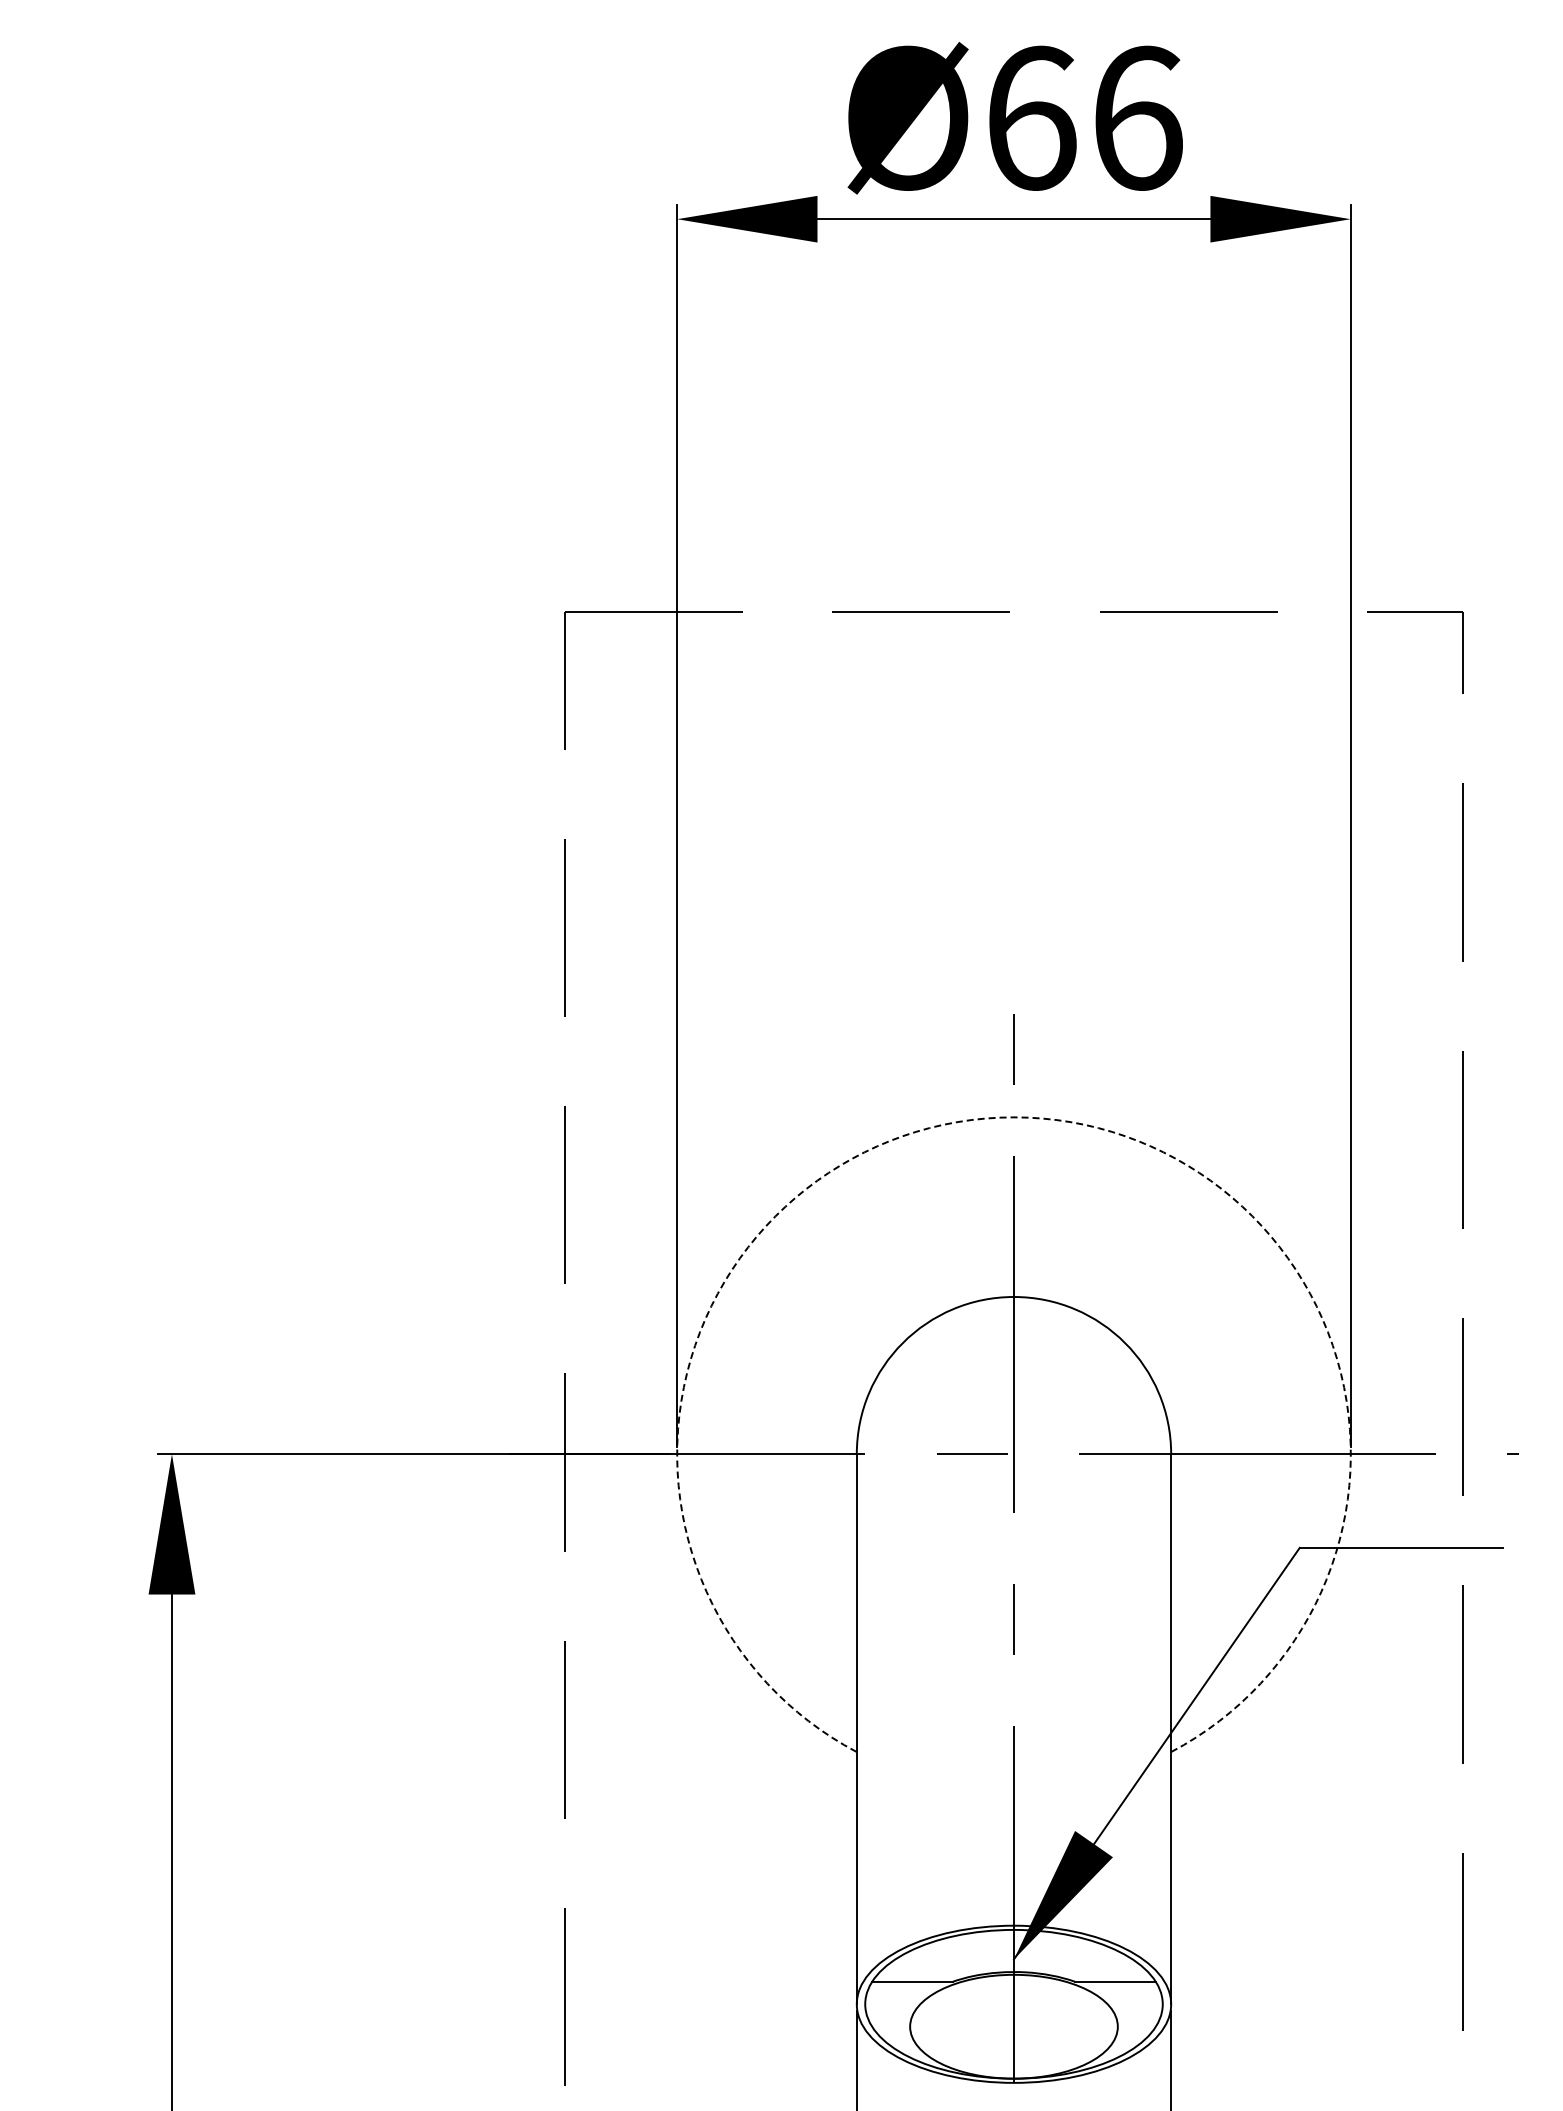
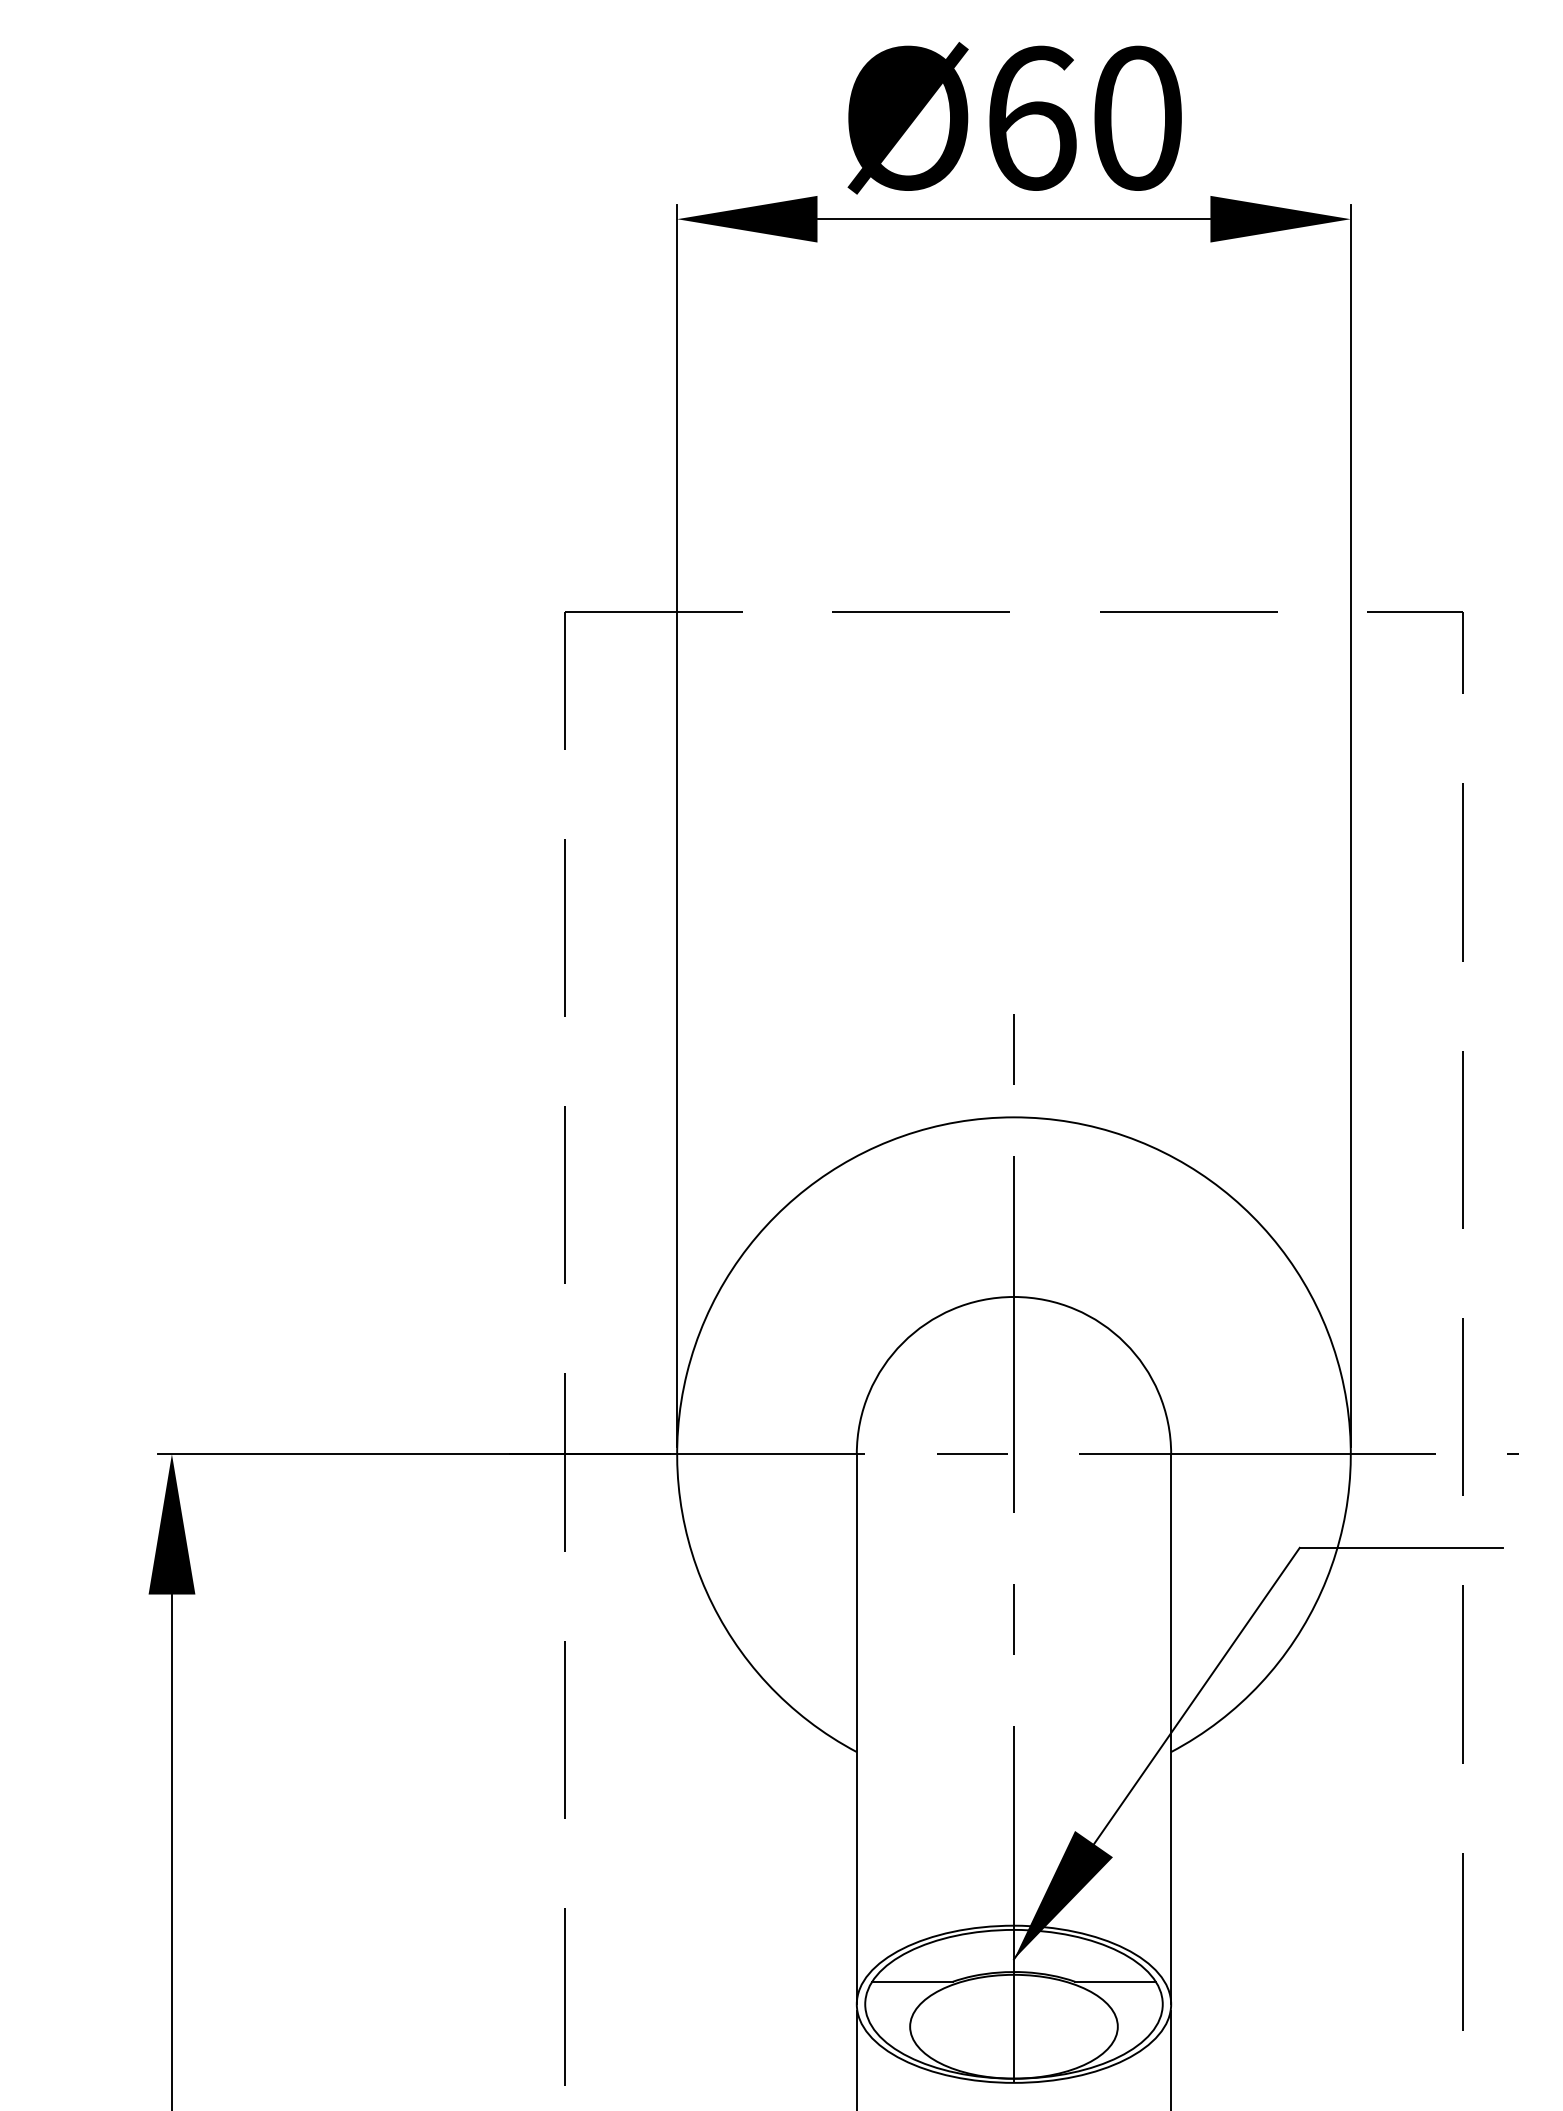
text at (1138, 117): Ø66 -> Ø60
arc at (1013, 1117): dashed -> solid
